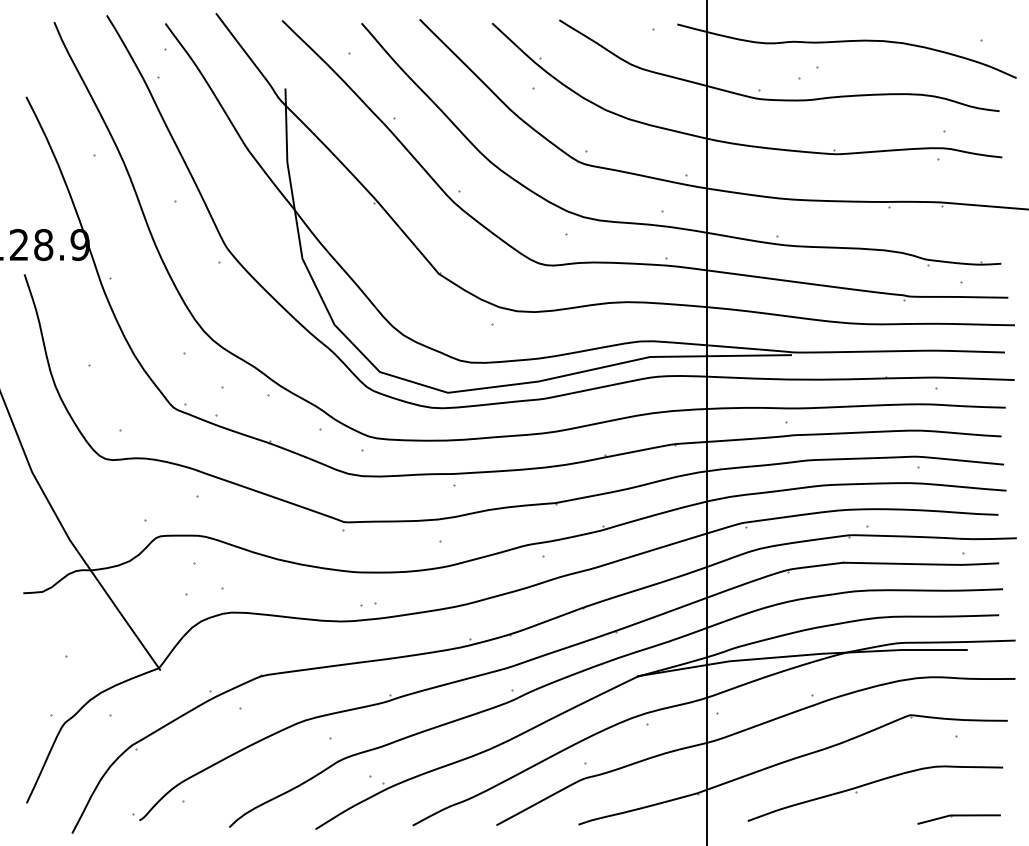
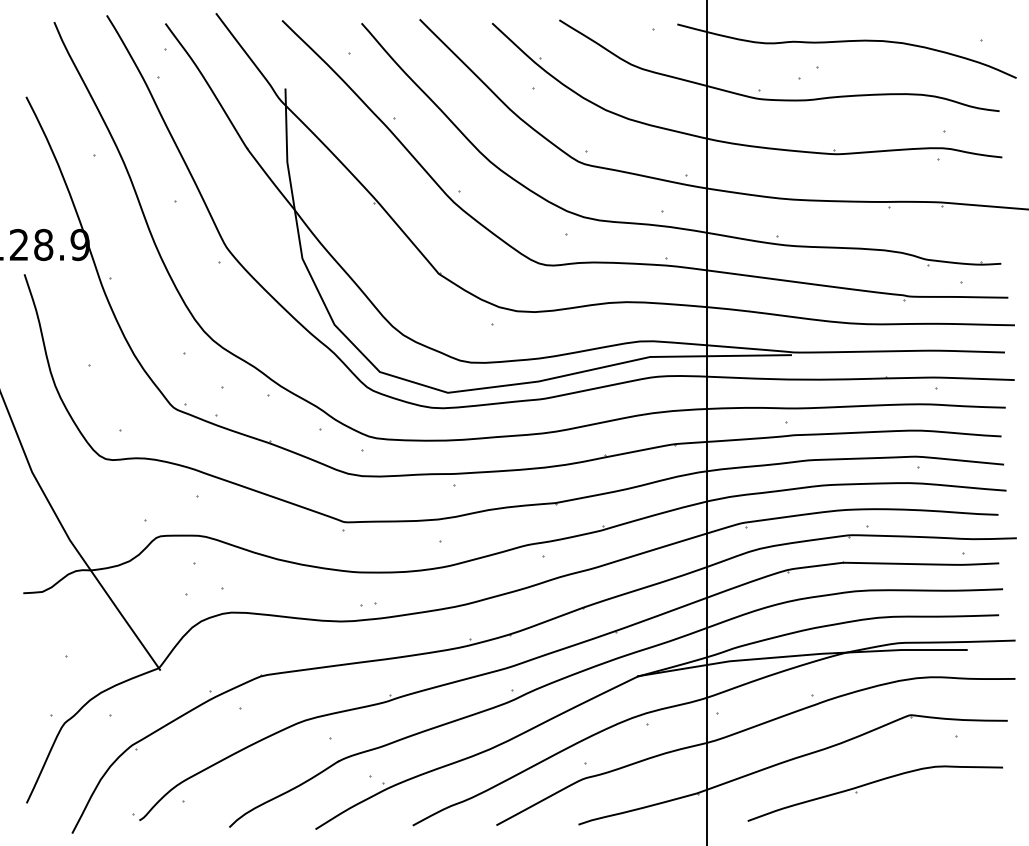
part at (958, 819): present -> none
